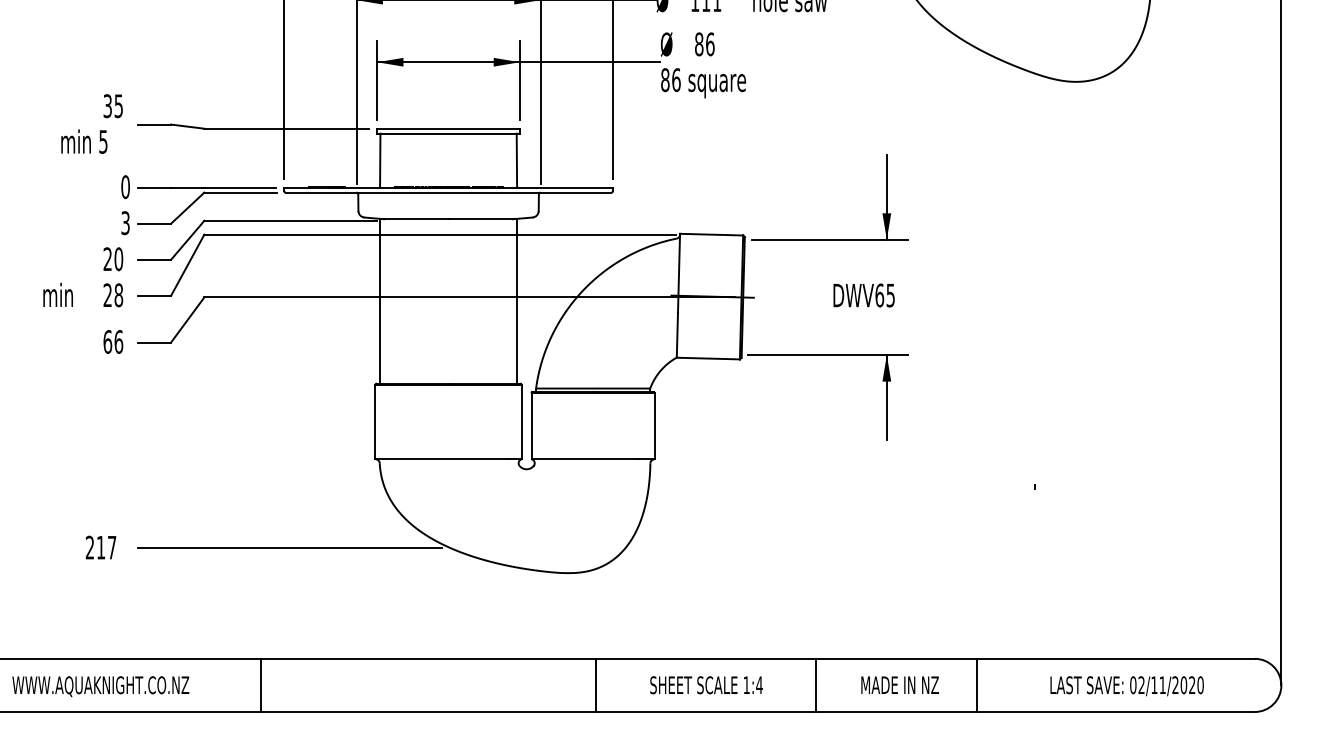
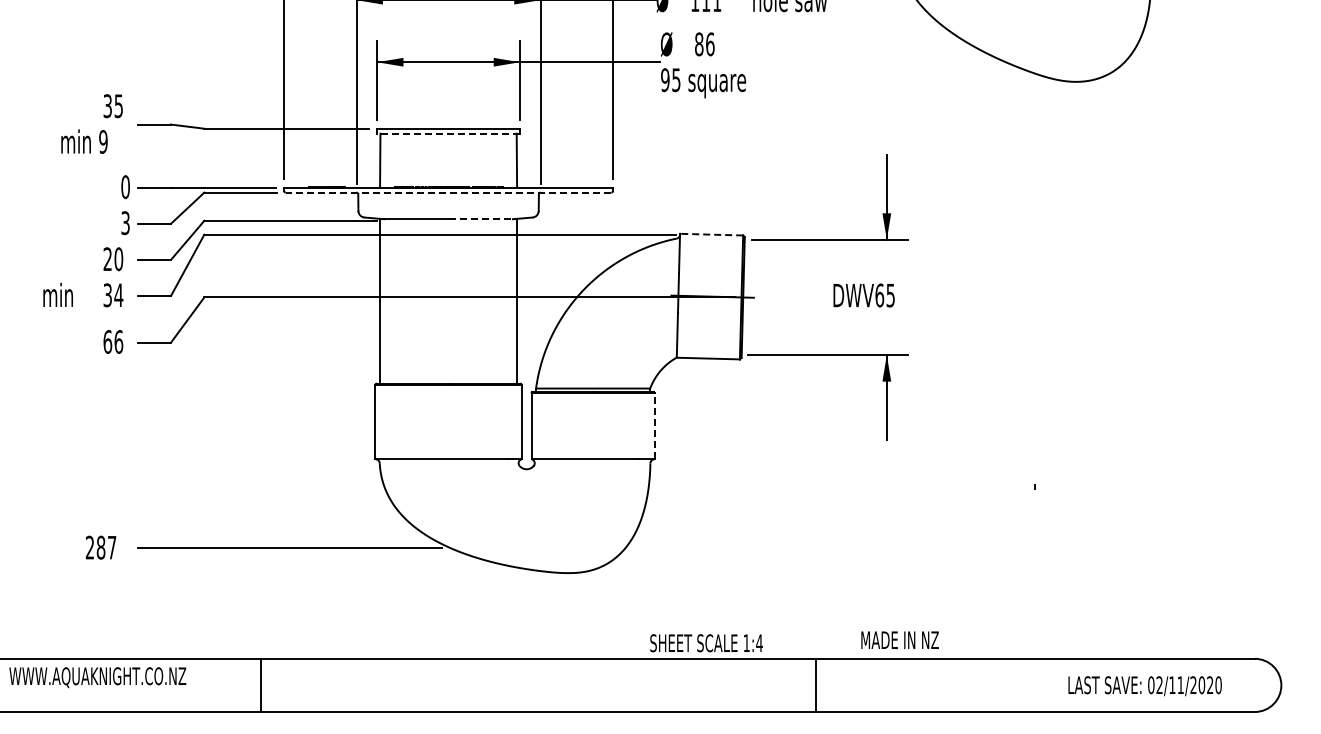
text at (670, 80): 86 -> 95
line at (448, 133): solid -> dashed
text at (103, 141): 5 -> 9
line at (448, 192): solid -> dashed
line at (483, 219): solid -> dashed
line at (711, 234): solid -> dashed
text at (113, 295): 28 -> 34
line at (1281, 343): present -> none
line at (654, 425): solid -> dashed
text at (100, 547): 217 -> 287
line at (595, 684): present -> none
text at (899, 684) position: (899, 684) -> (899, 639)
line at (976, 684): present -> none
text at (706, 685) position: (706, 685) -> (706, 643)
text at (100, 686) position: (100, 686) -> (97, 677)
text at (1126, 686) position: (1126, 686) -> (1144, 686)
